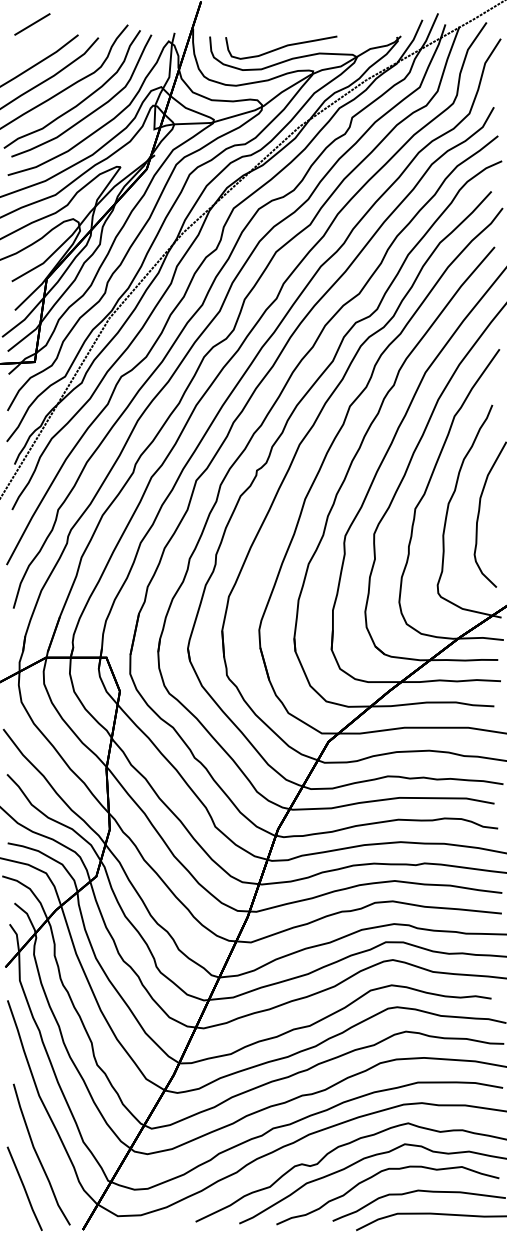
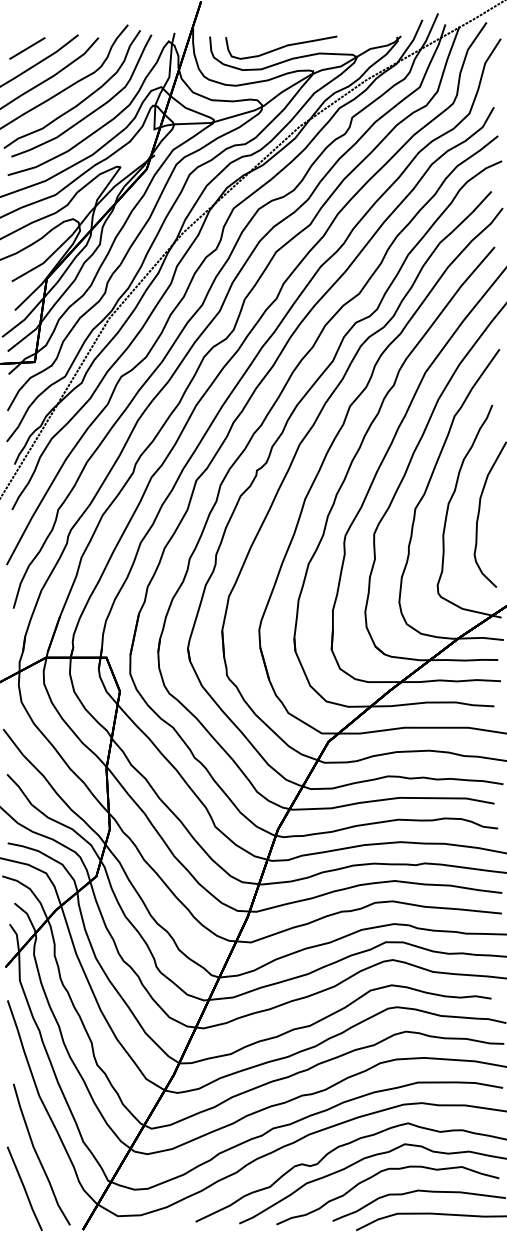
line at (32, 24) position: (32, 24) -> (27, 48)
